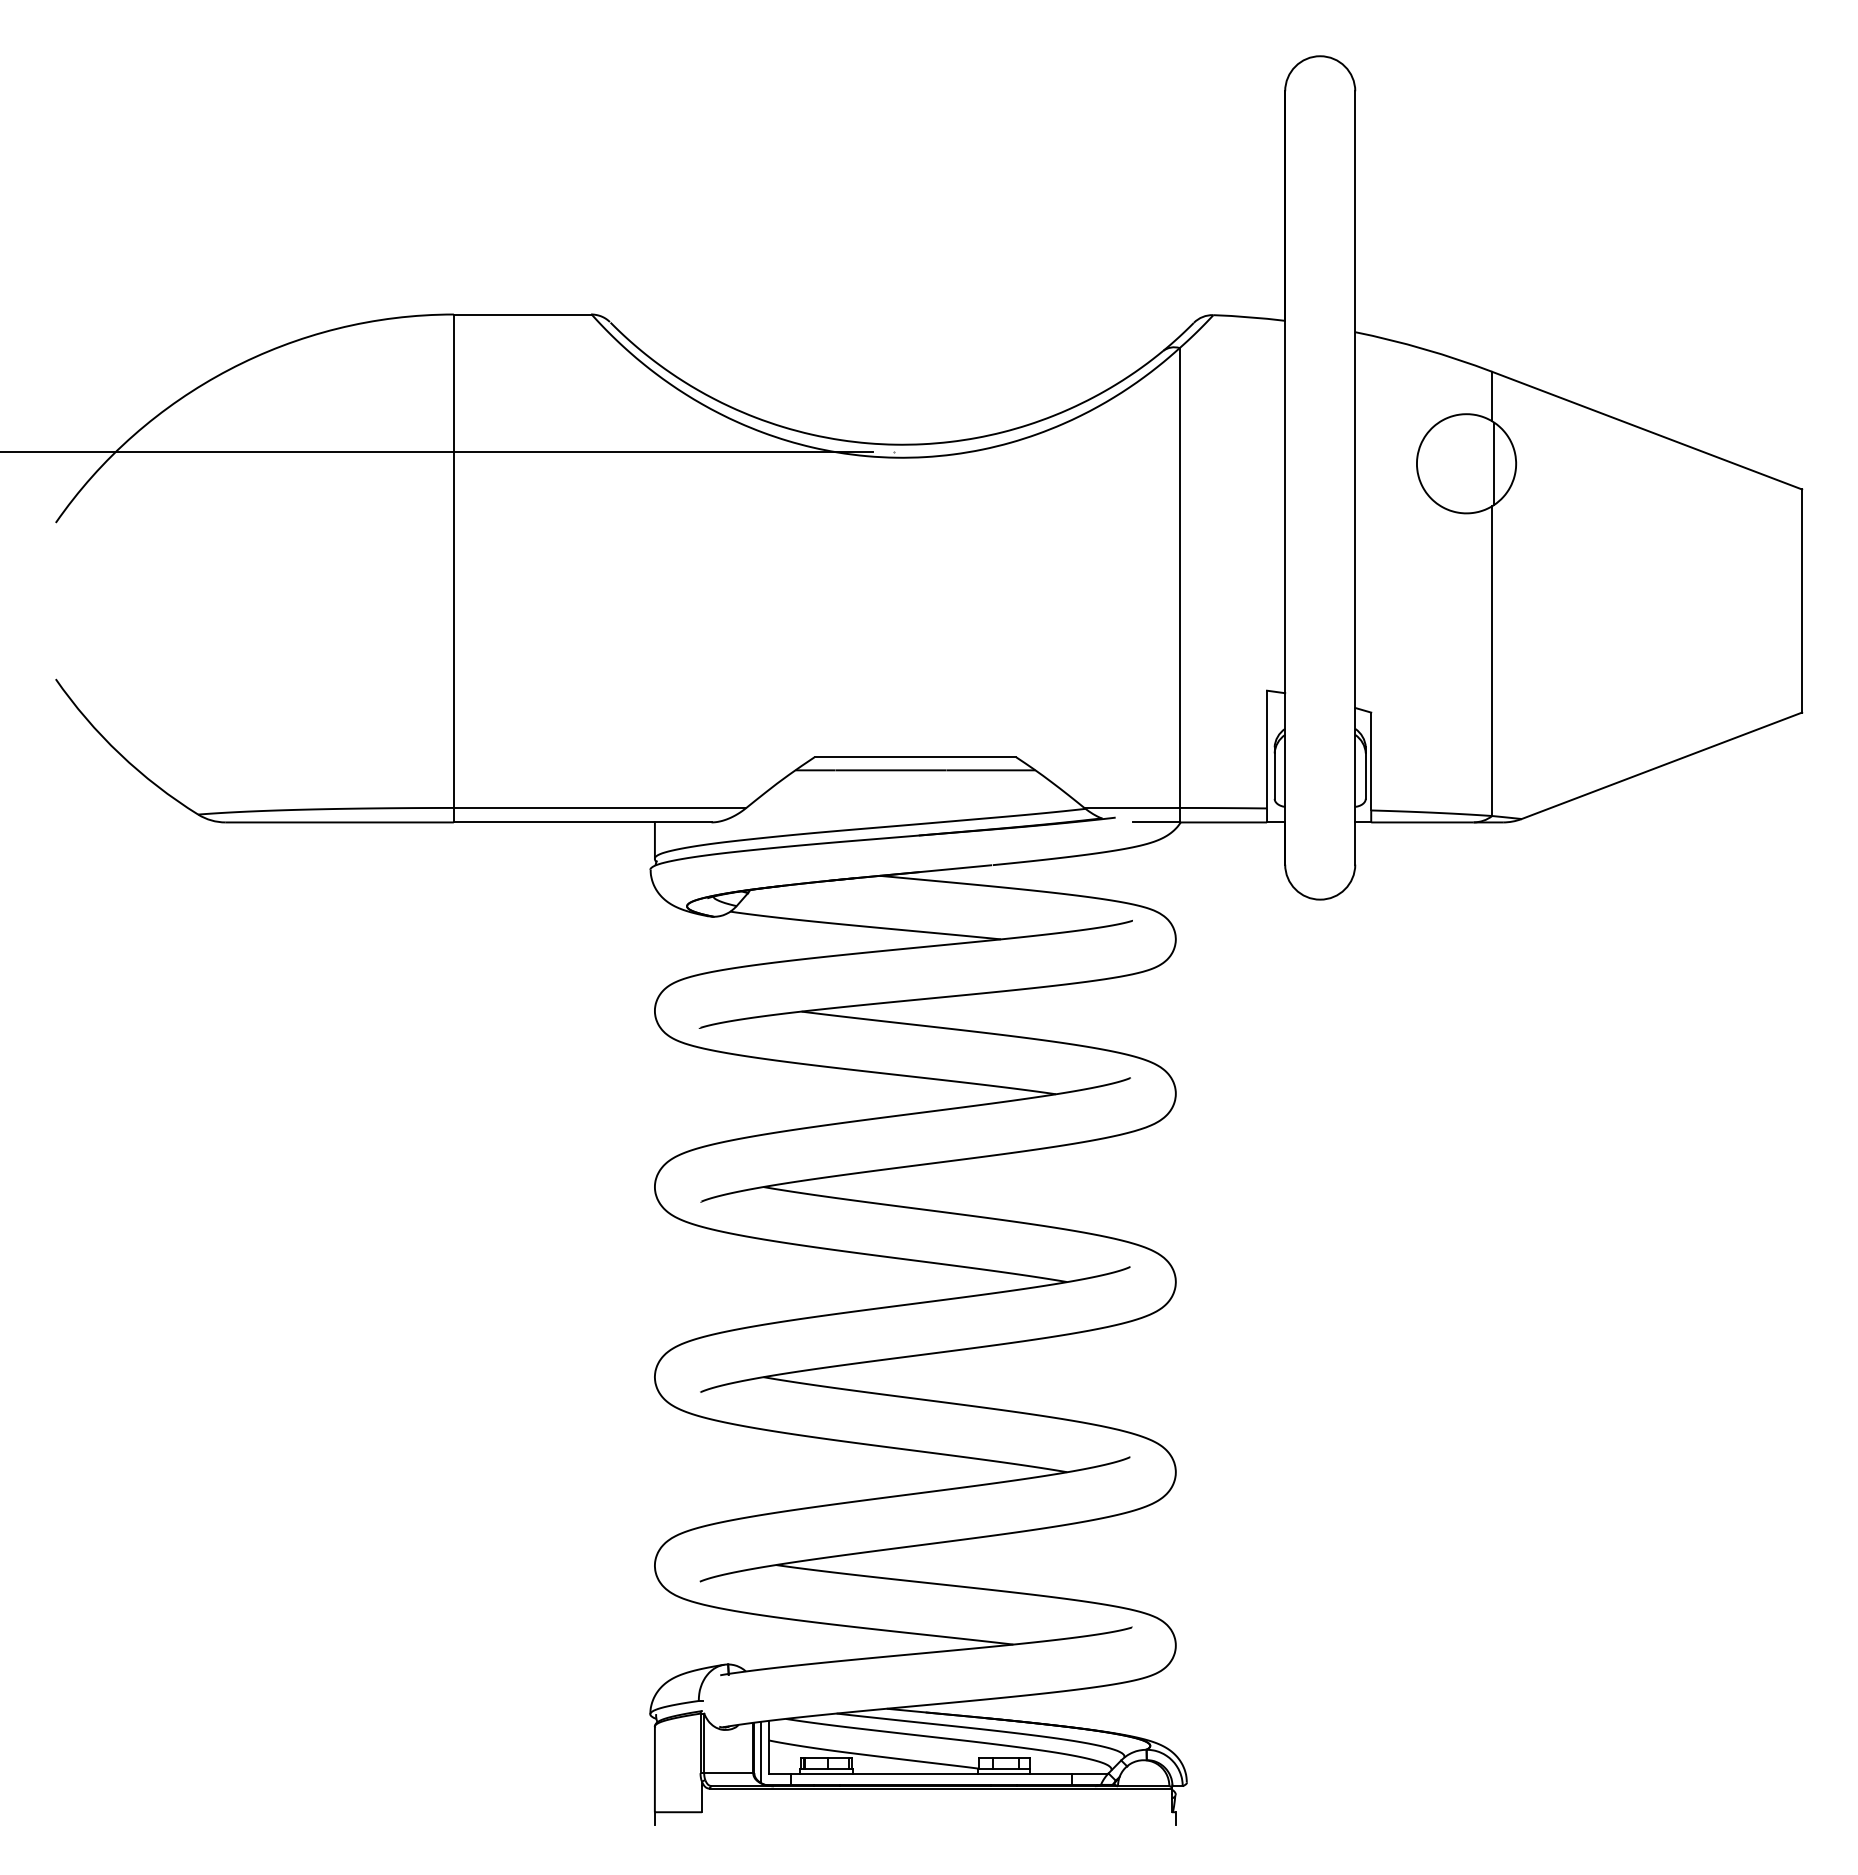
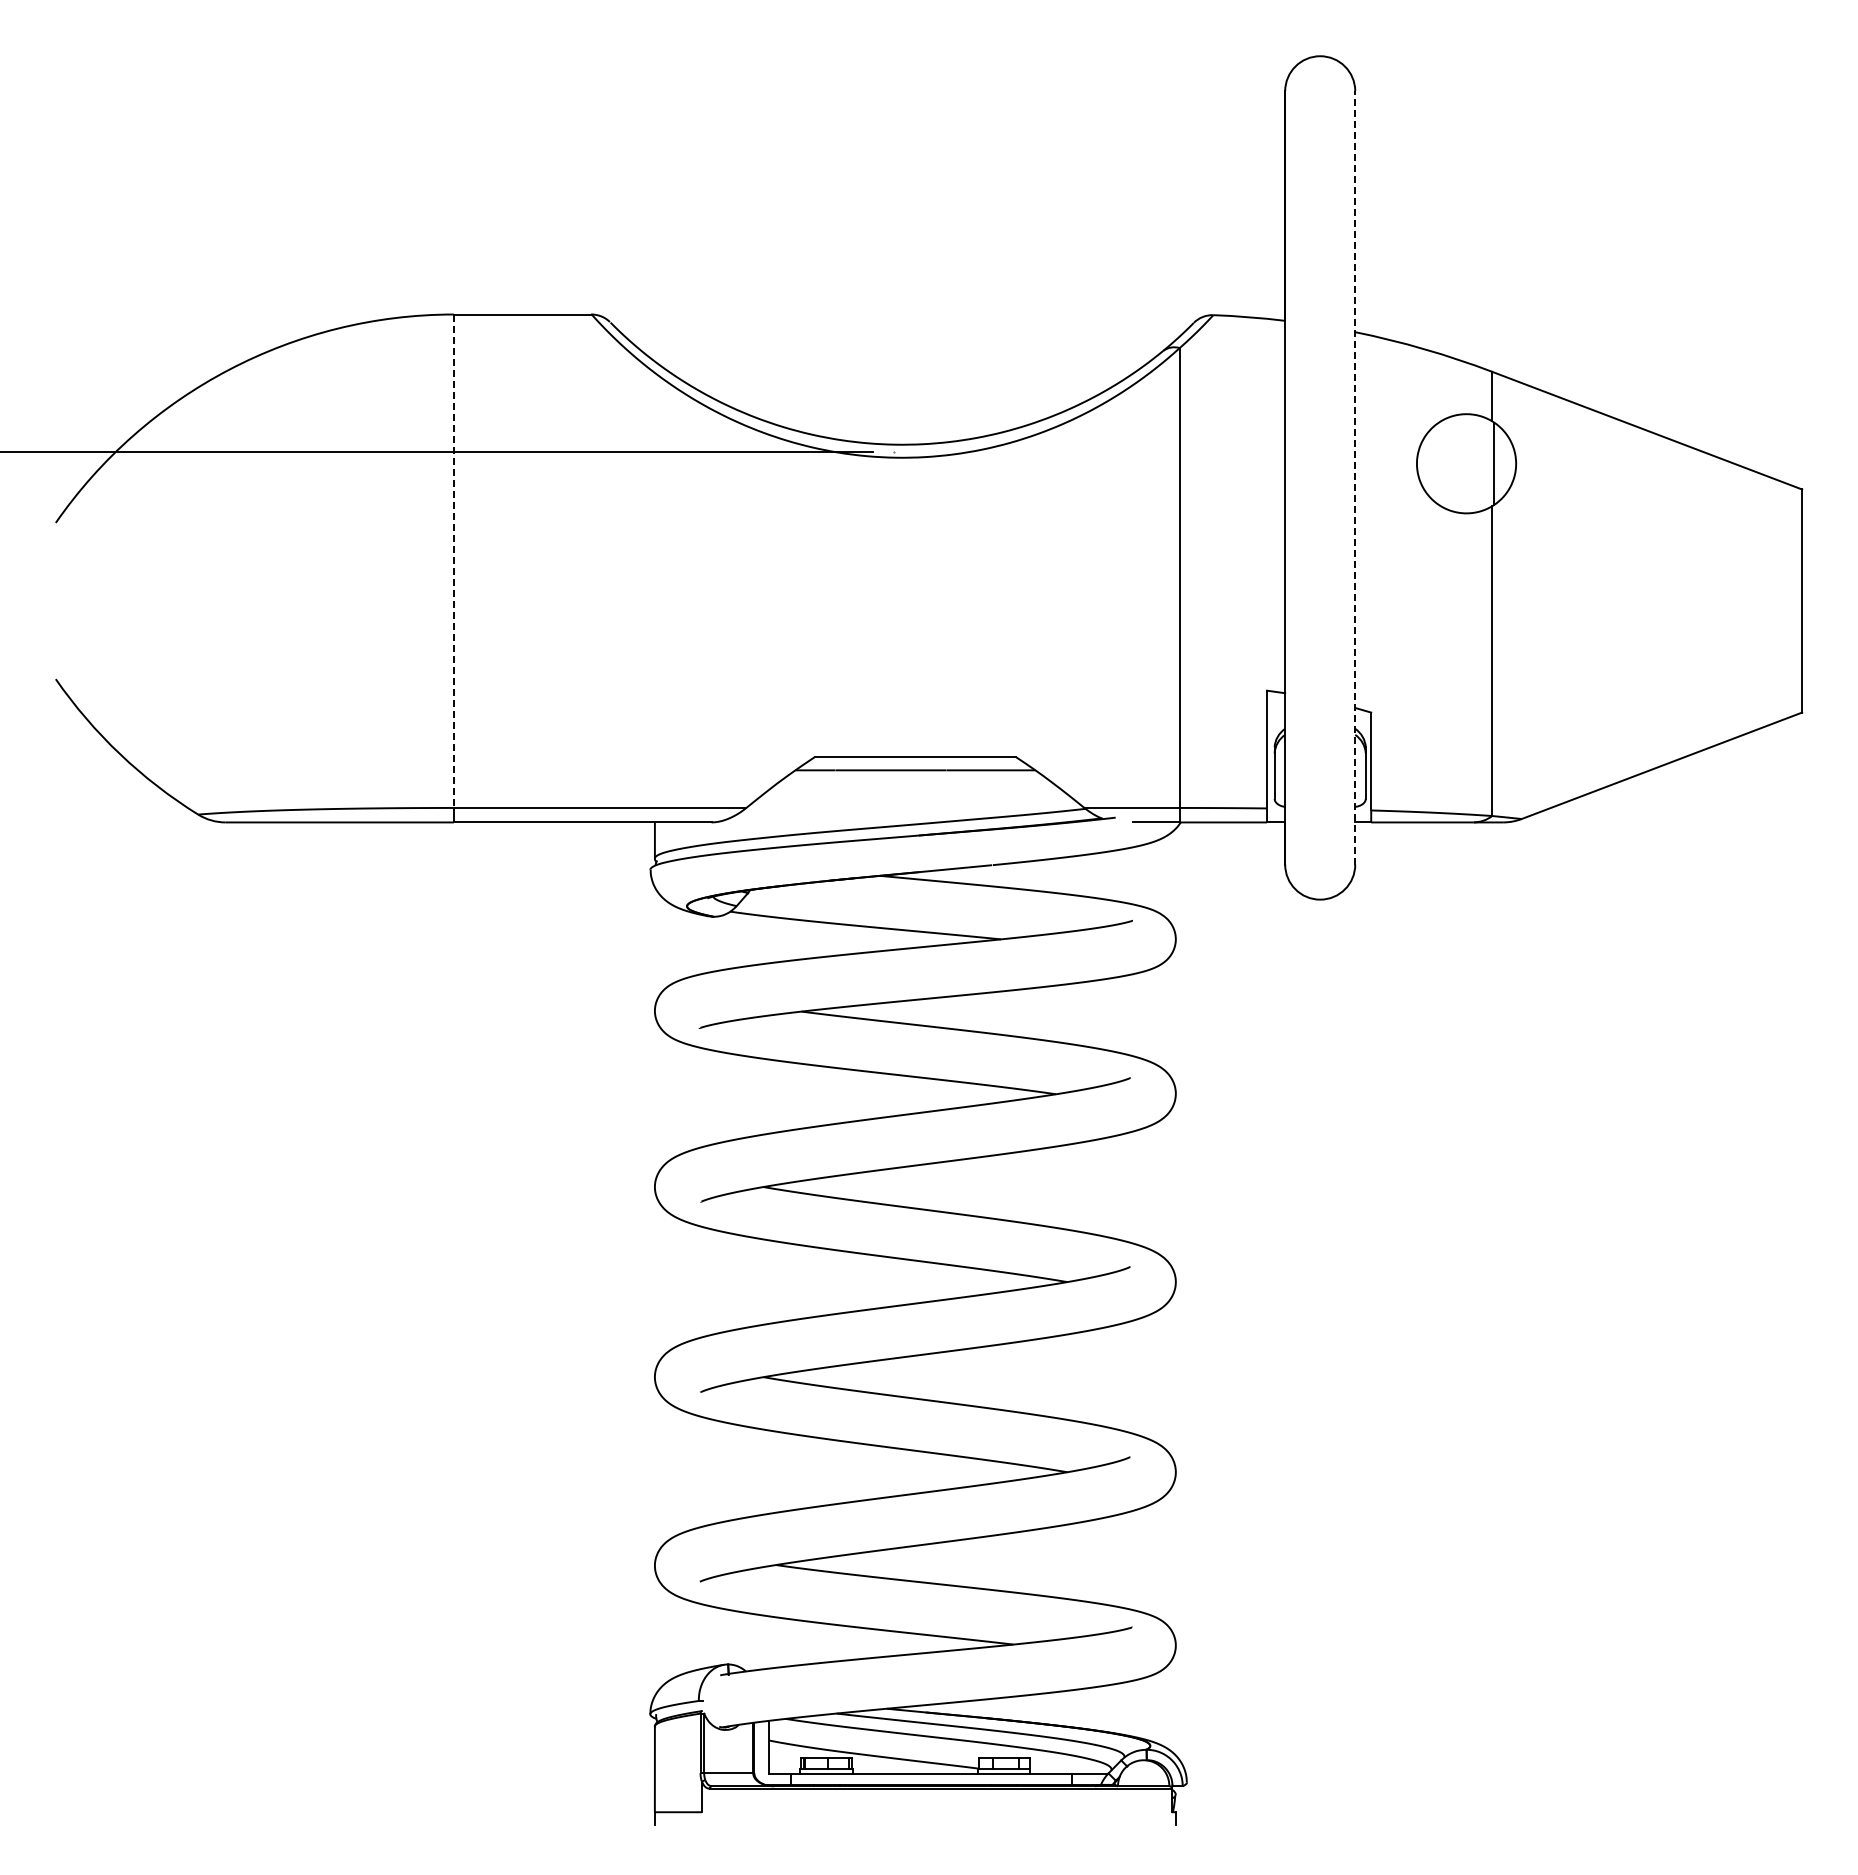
line at (1355, 477): solid -> dashed
line at (453, 561): solid -> dashed
line at (760, 1751): present -> none
